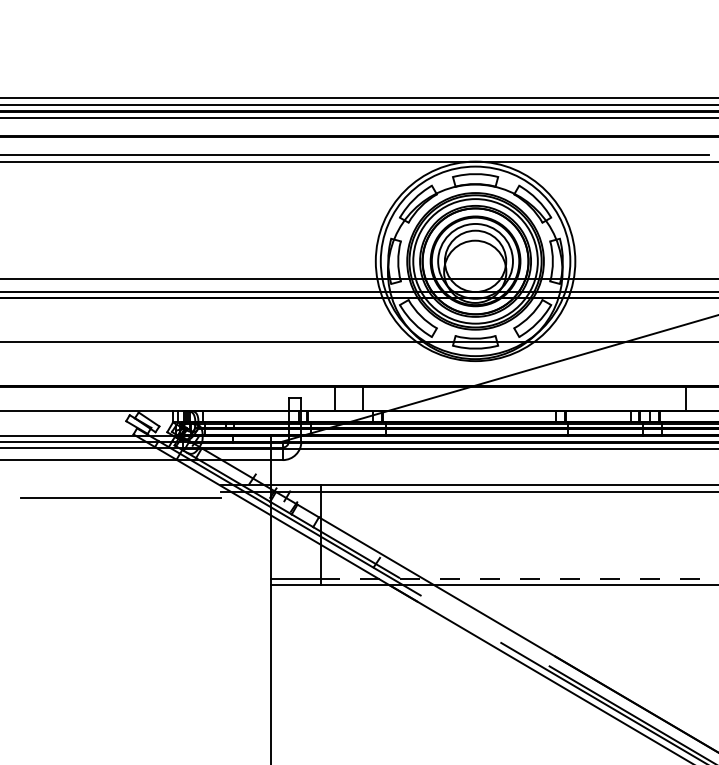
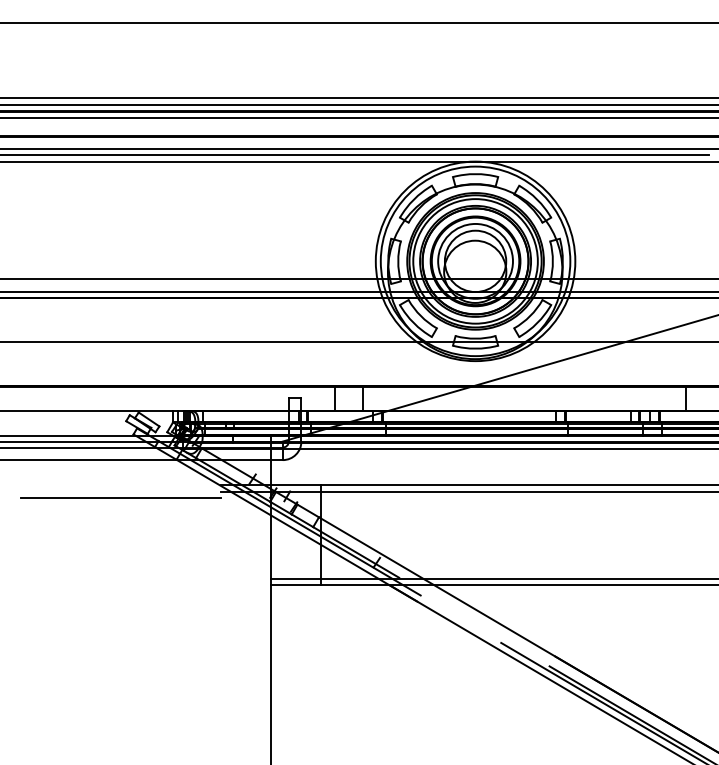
line at (358, 22): none -> present
line at (358, 148): none -> present
line at (519, 578): dashed -> solid
